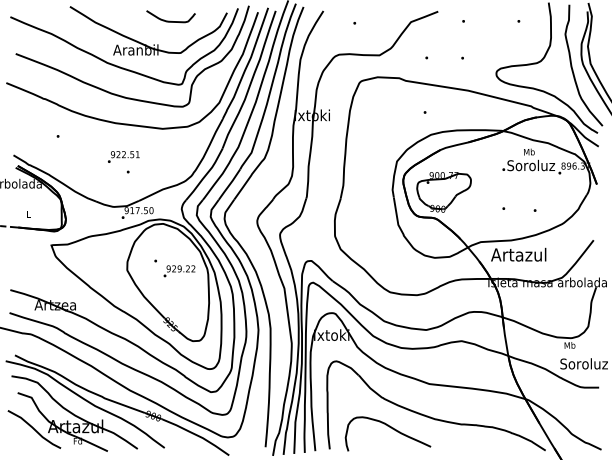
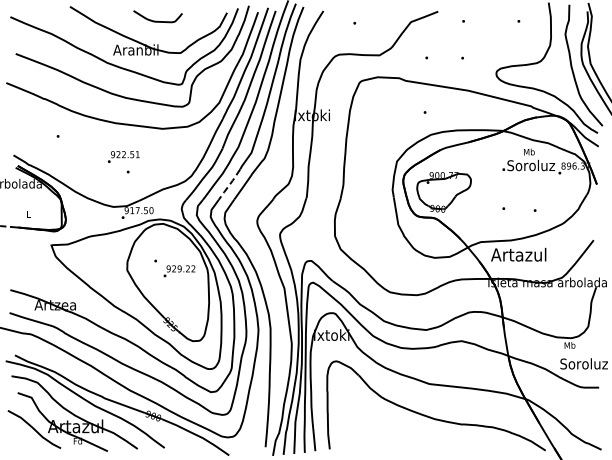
curve at (170, 20) position: (170, 20) -> (157, 20)
line at (229, 185): solid -> dashed
curve at (390, 428): present -> none
